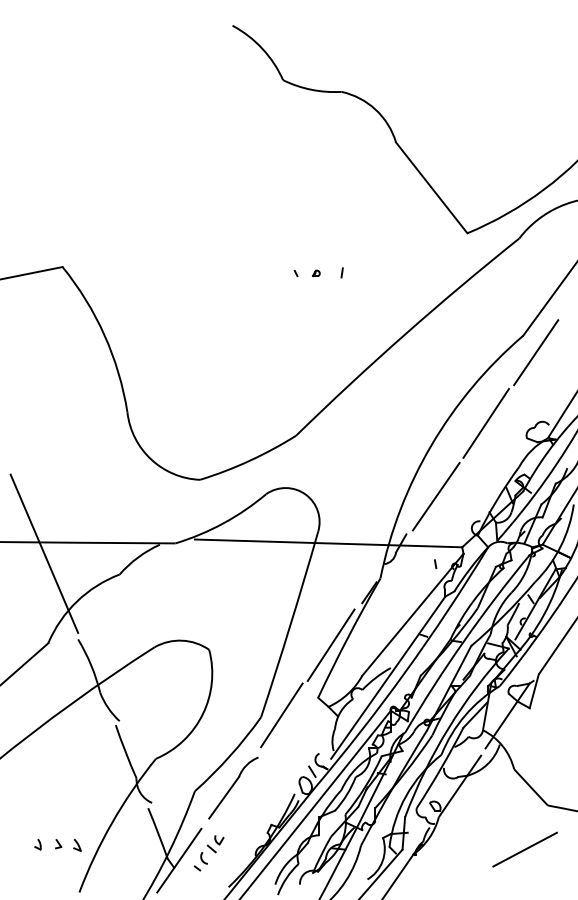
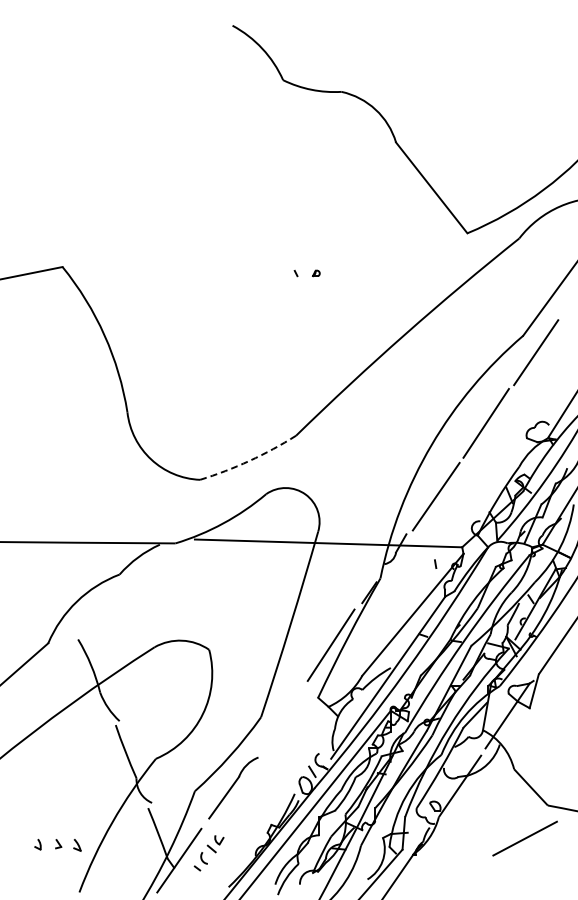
line at (341, 272): present -> none
arc at (249, 460): solid -> dashed
line at (44, 553): present -> none
line at (281, 715): present -> none
line at (524, 849) position: (524, 849) -> (524, 838)
